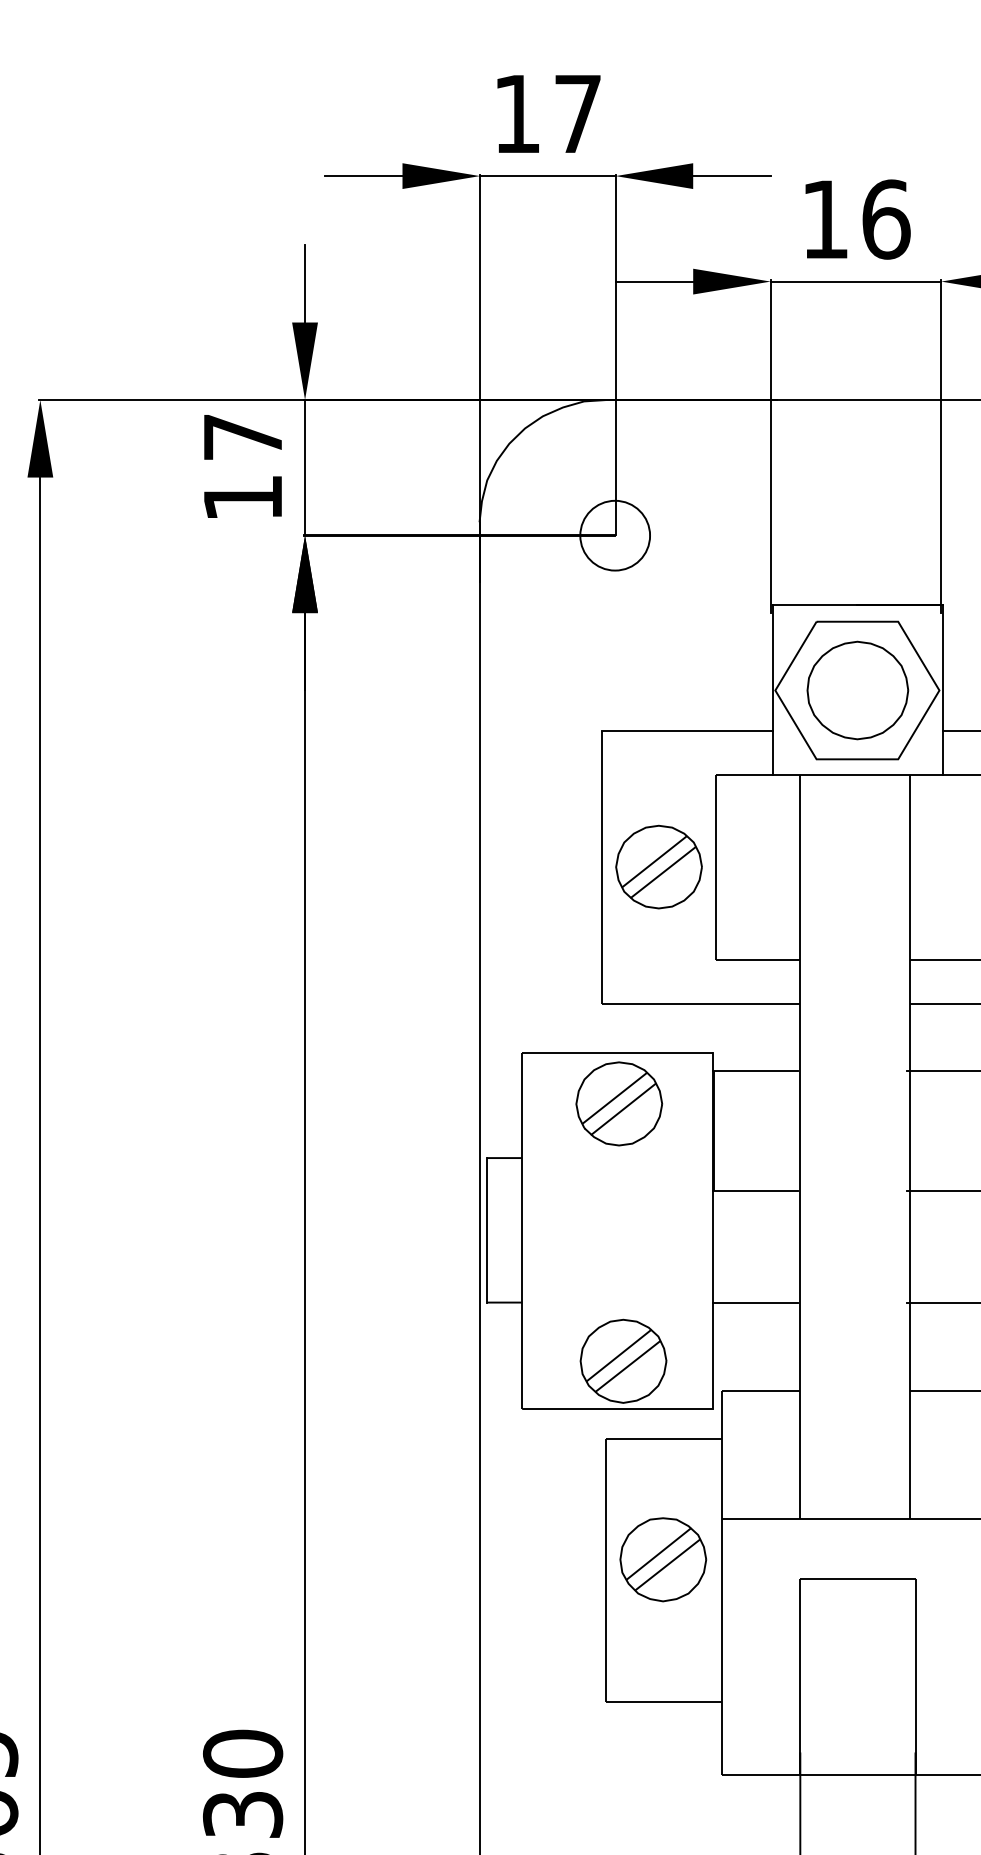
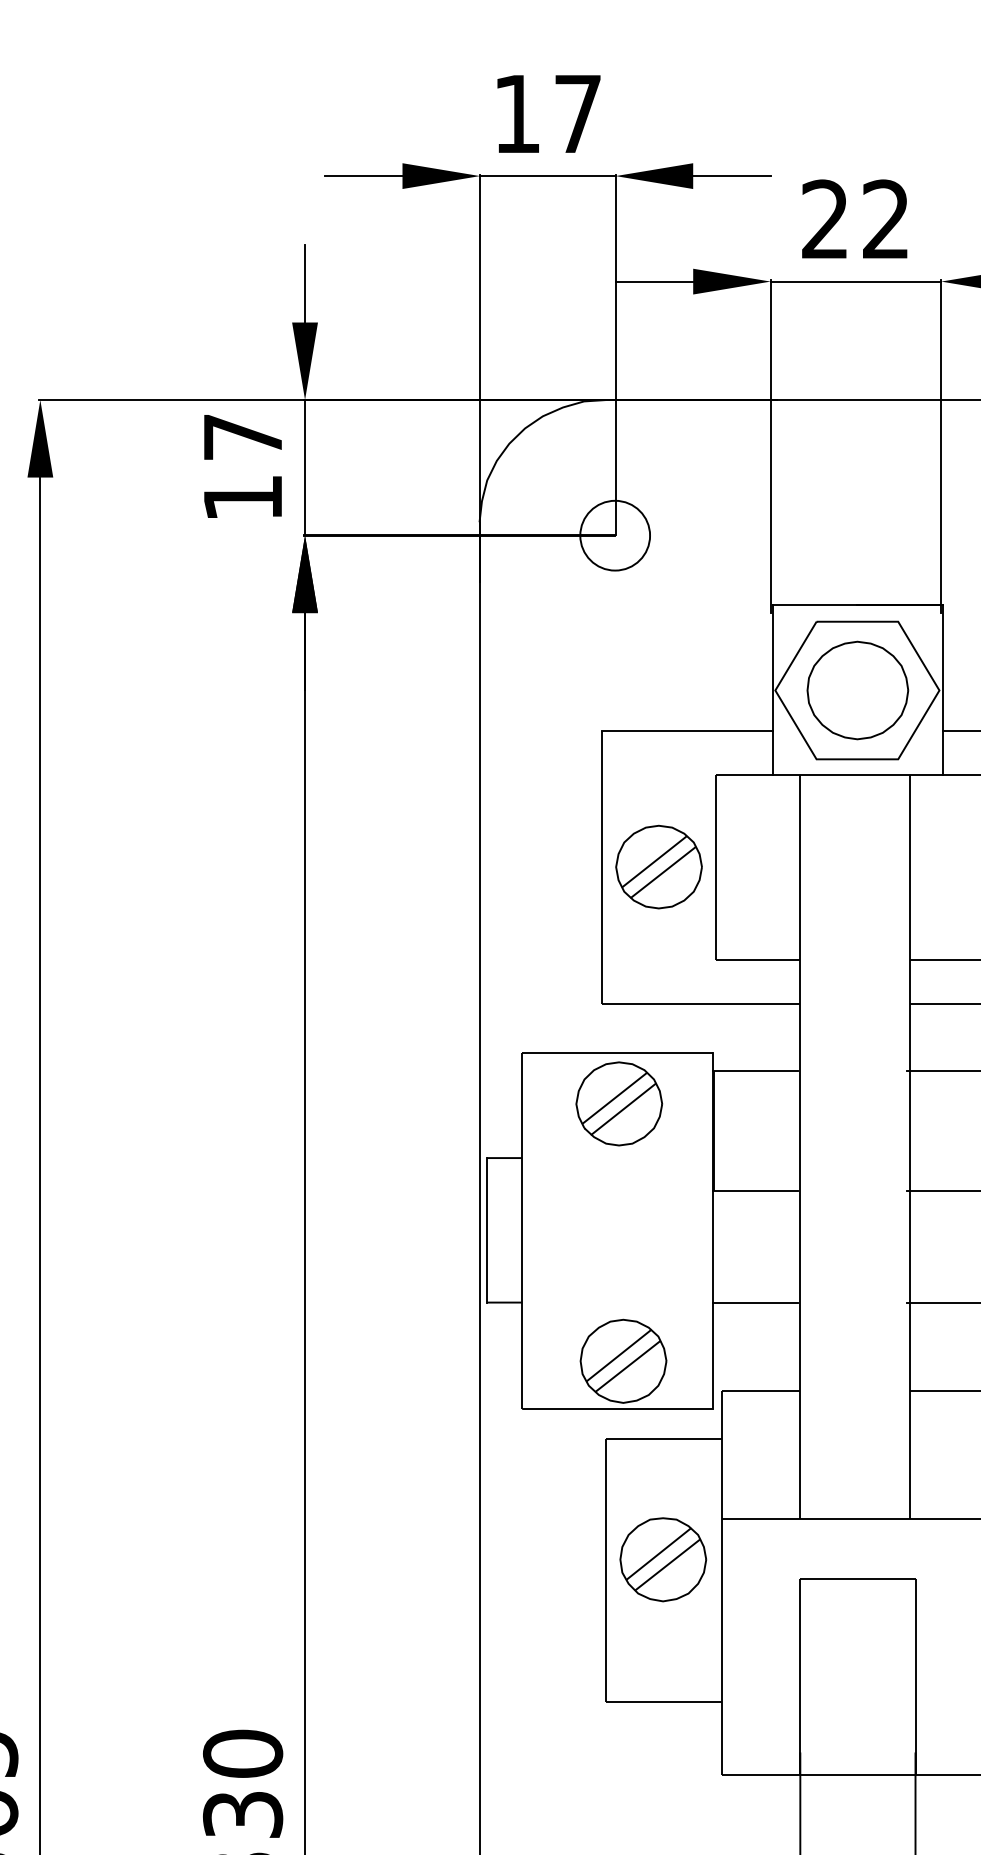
text at (856, 219): 16 -> 22
